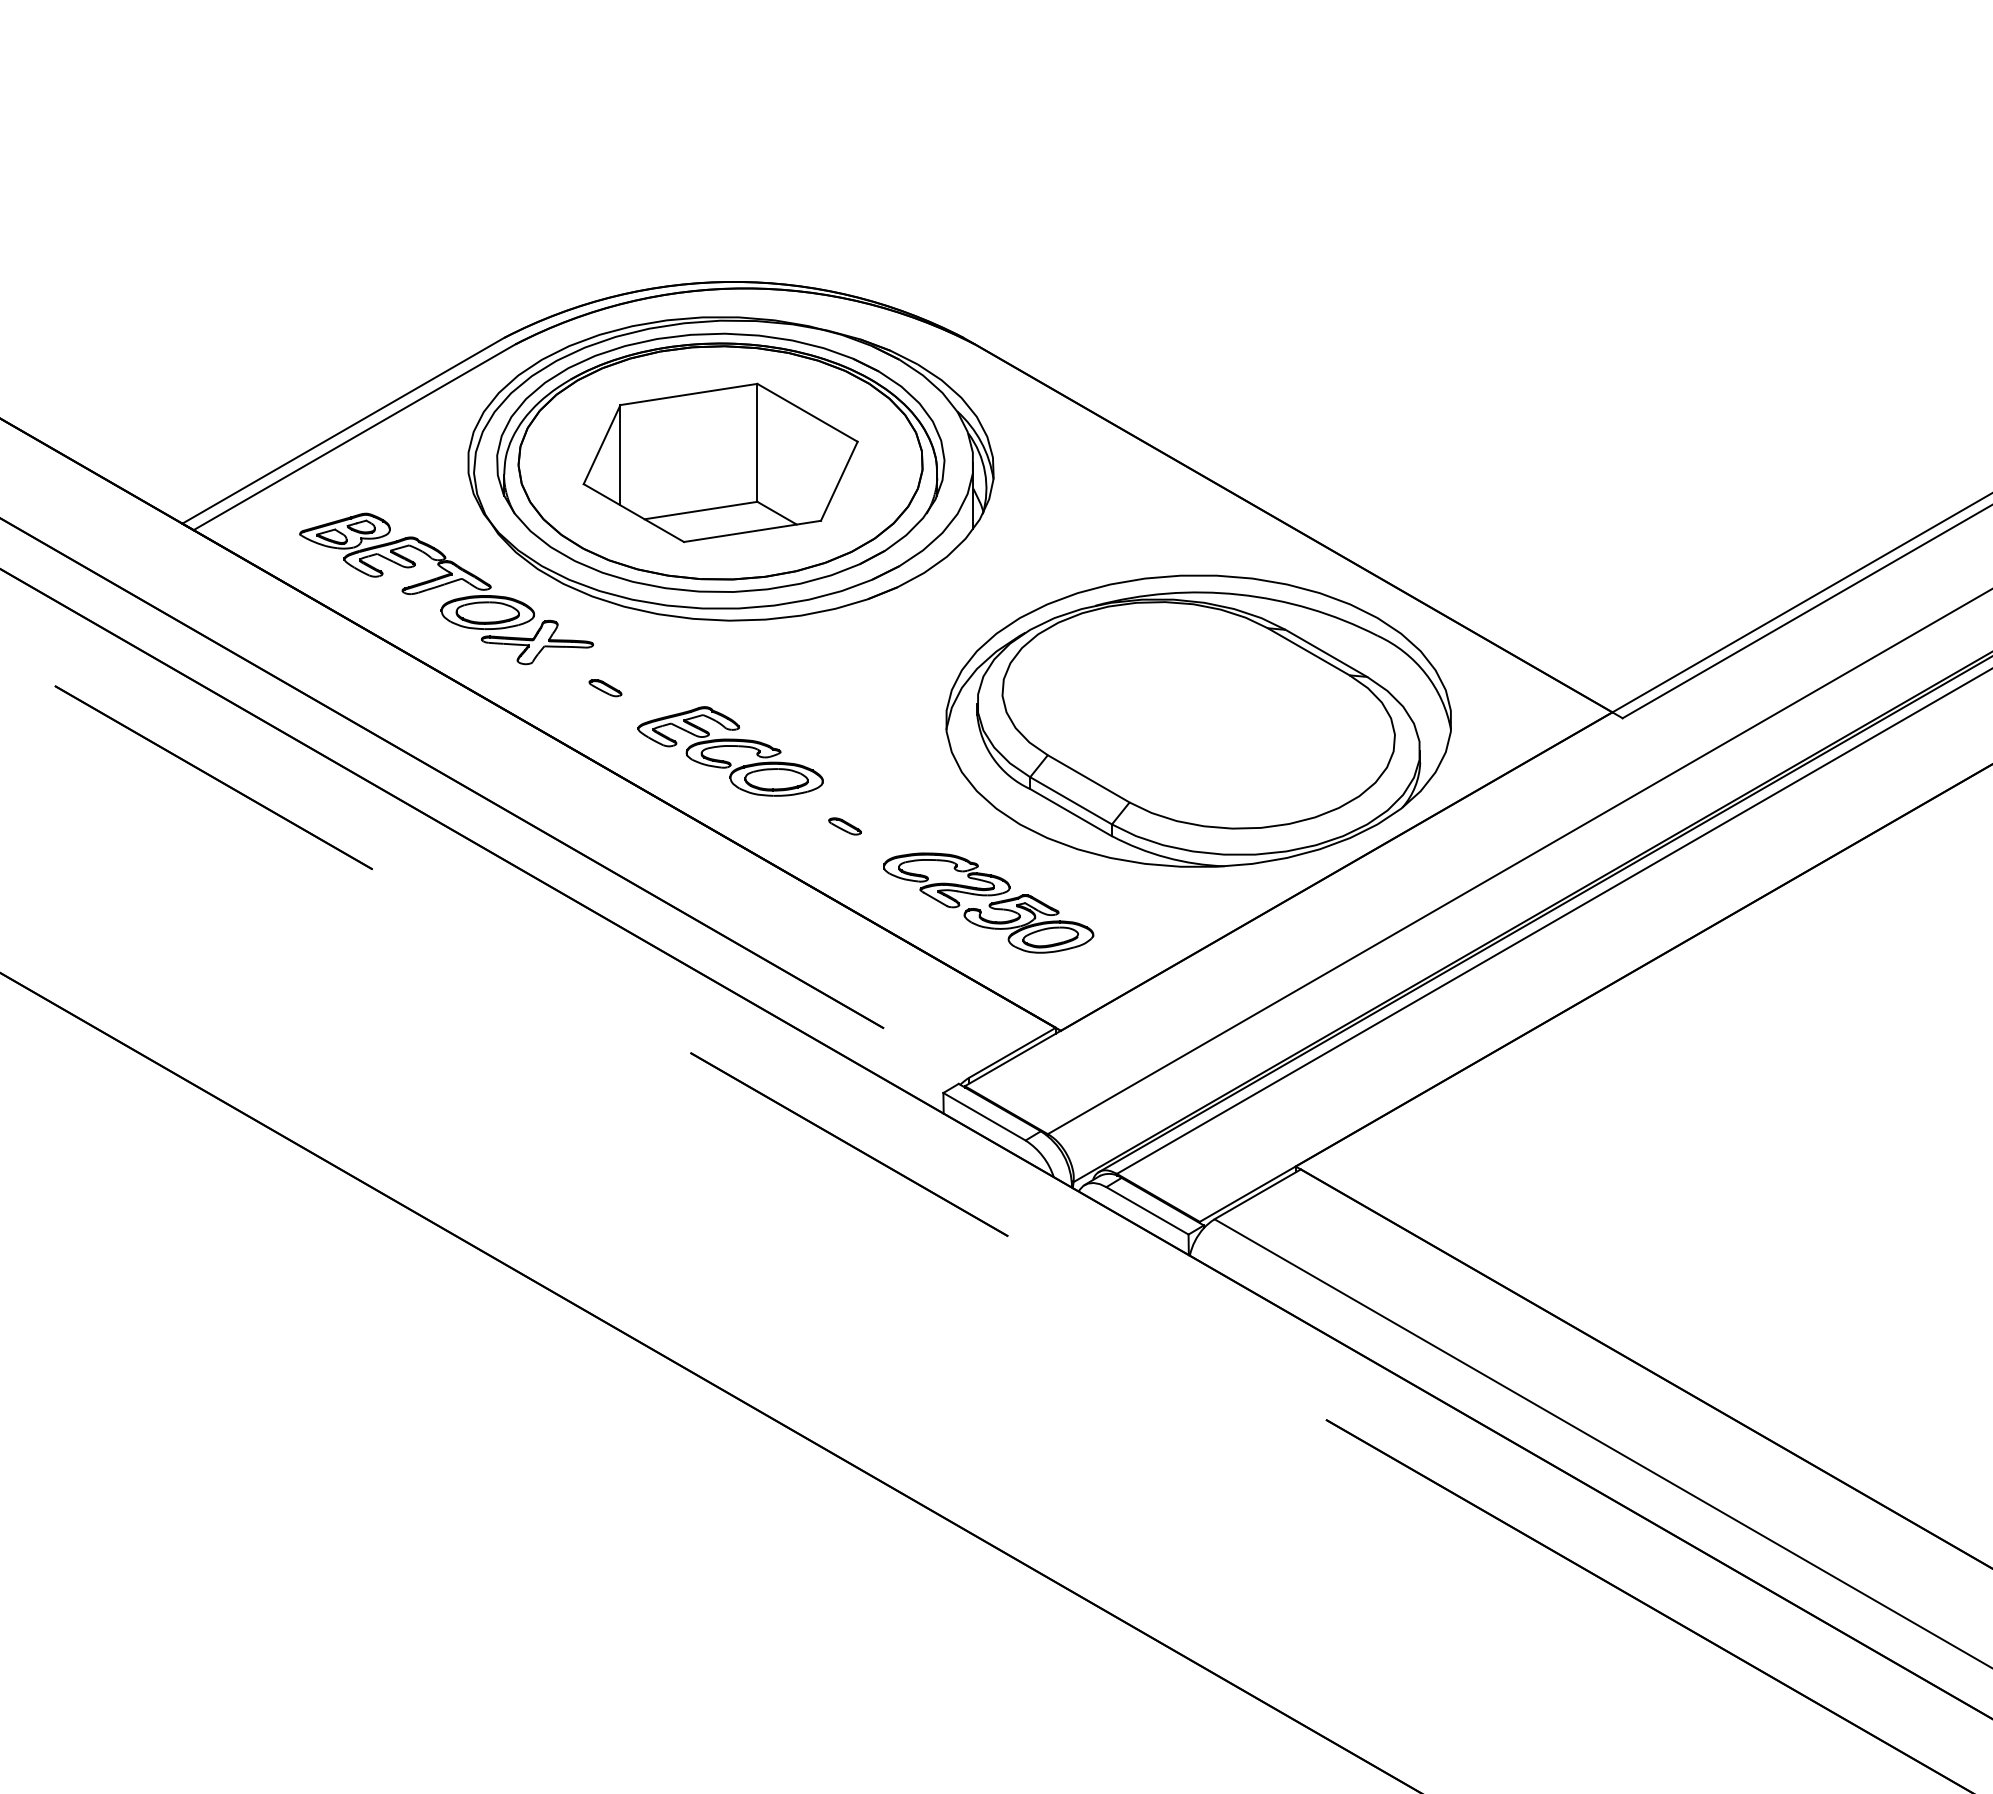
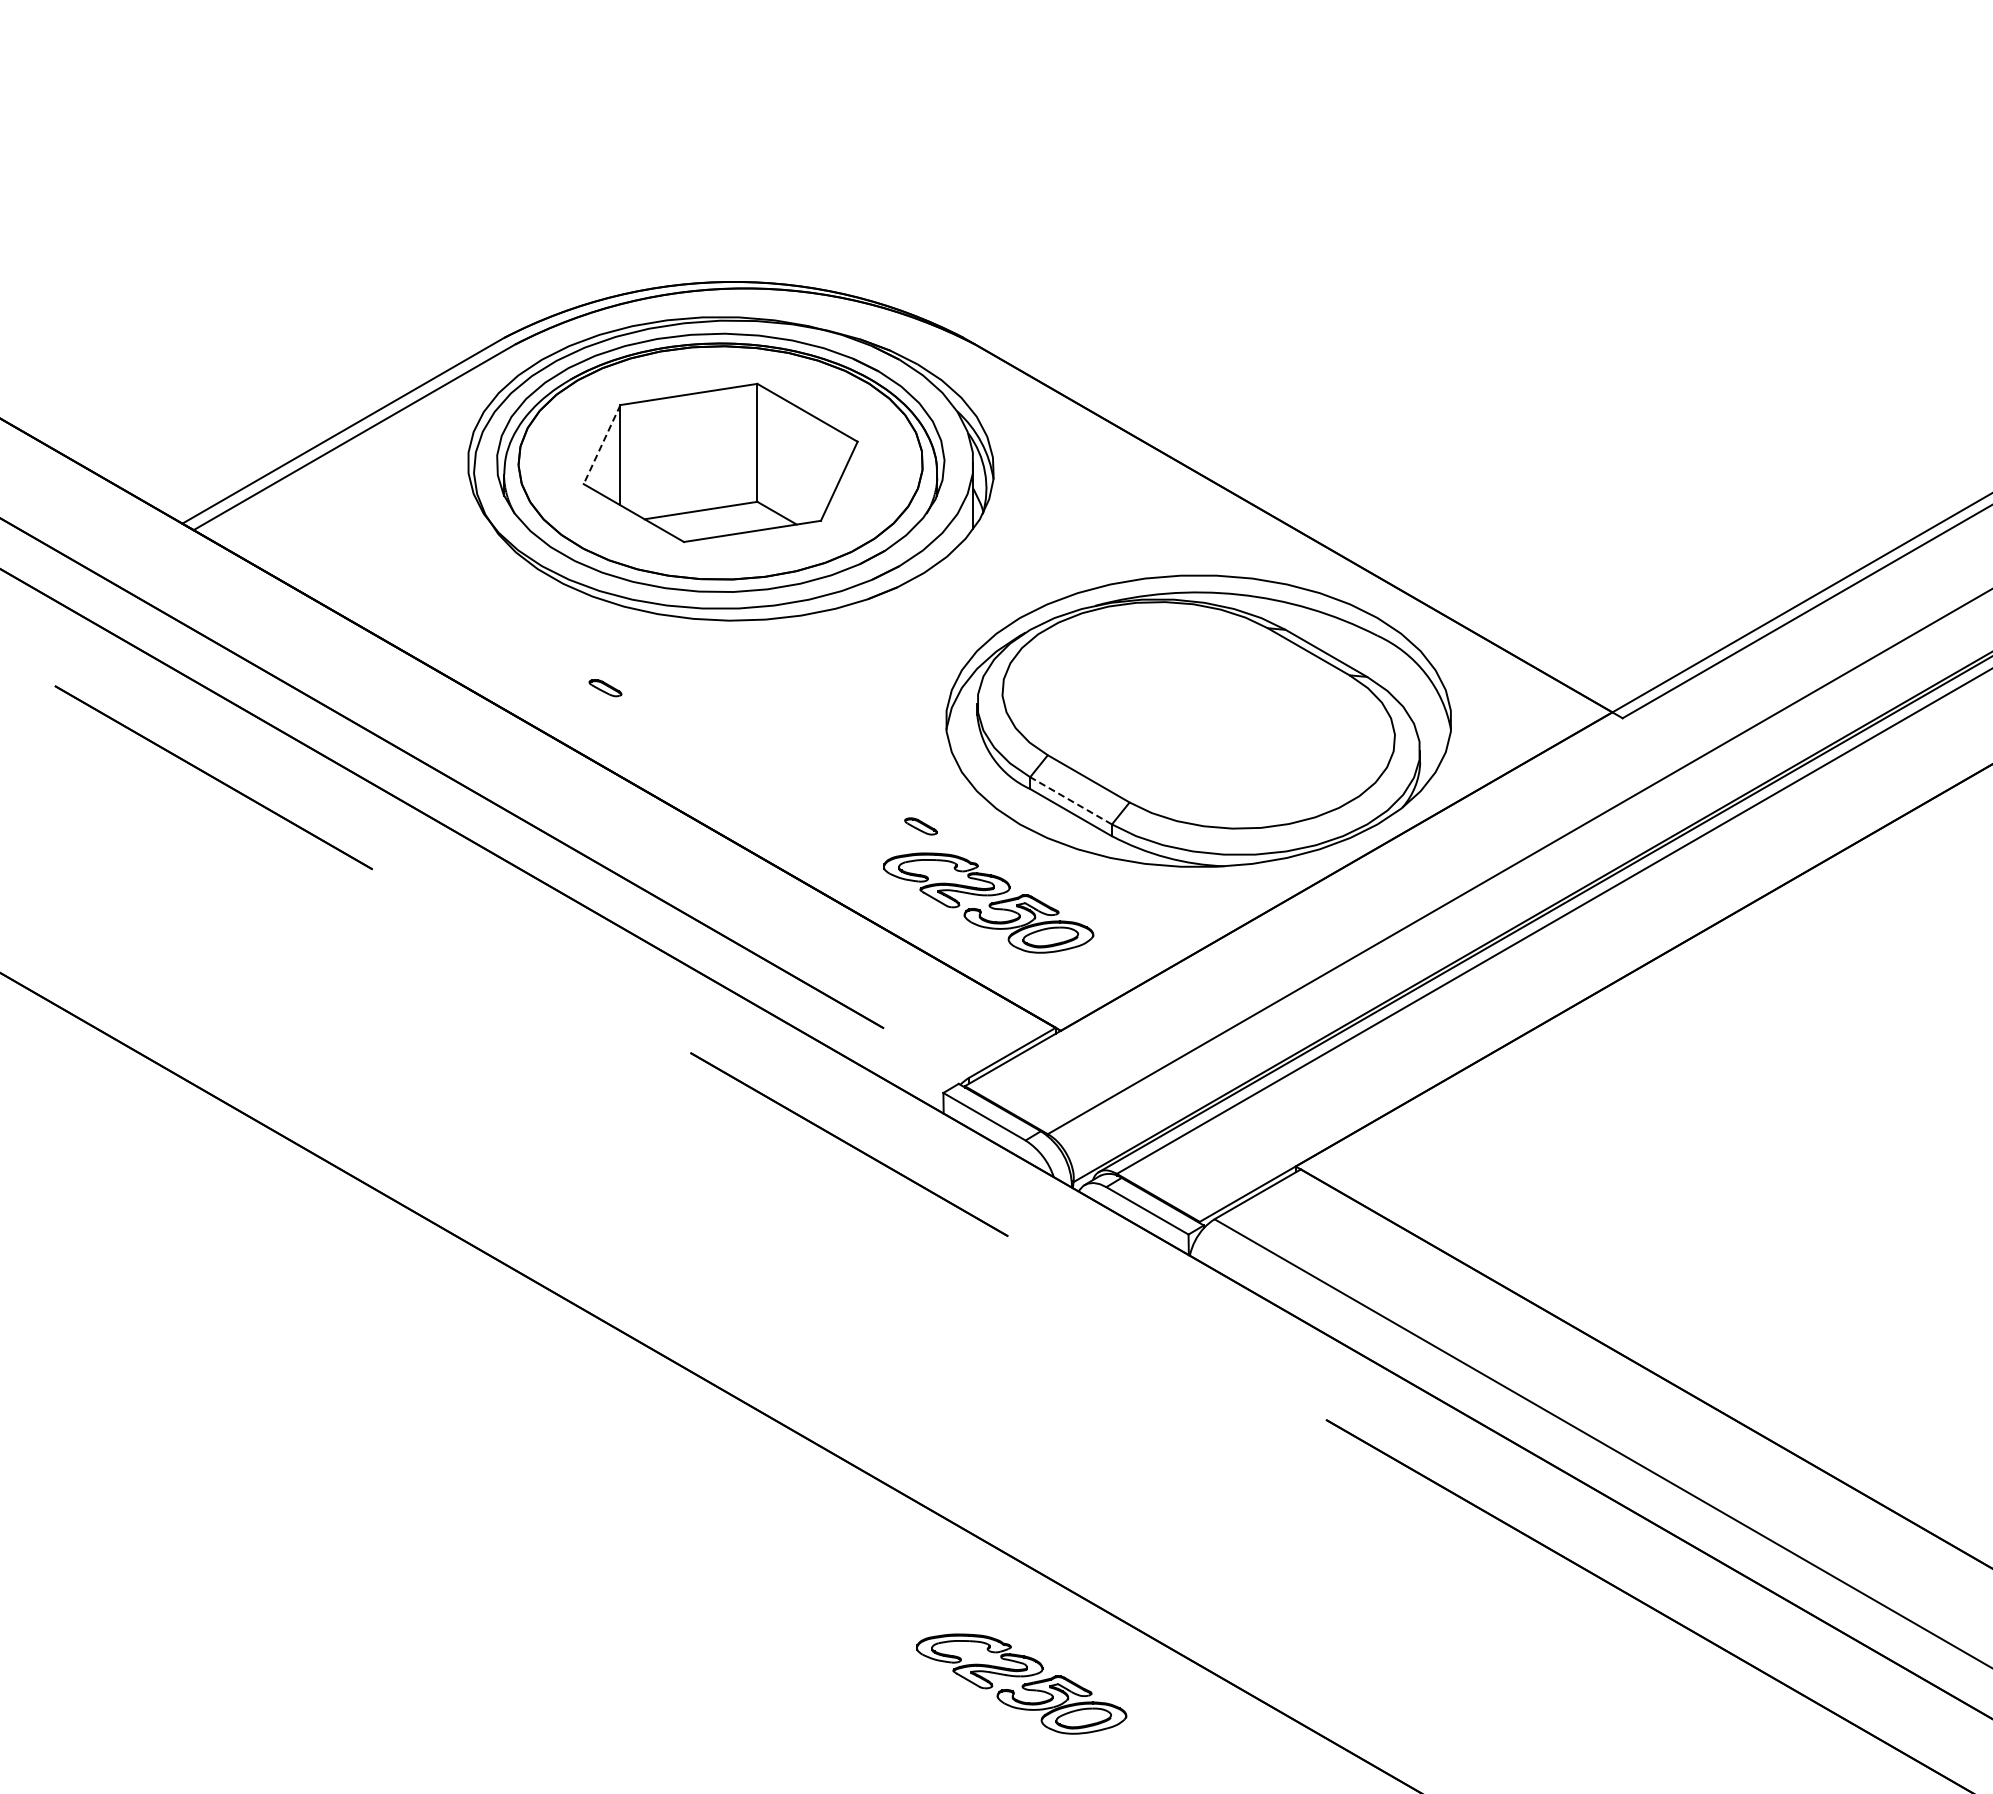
line at (602, 444): solid -> dashed
part at (446, 588): present -> none
part at (730, 751): present -> none
line at (1070, 800): solid -> dashed
part at (844, 826) position: (844, 826) -> (920, 826)
part at (1021, 1683): none -> present
